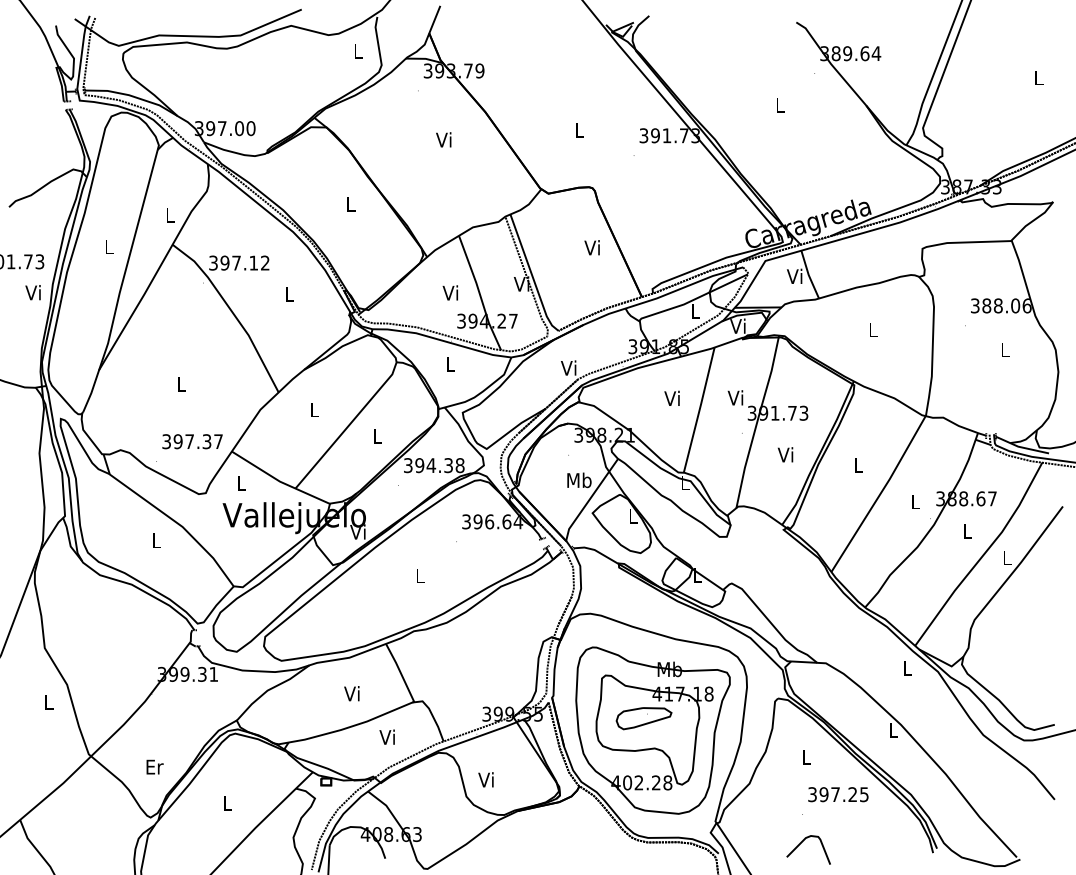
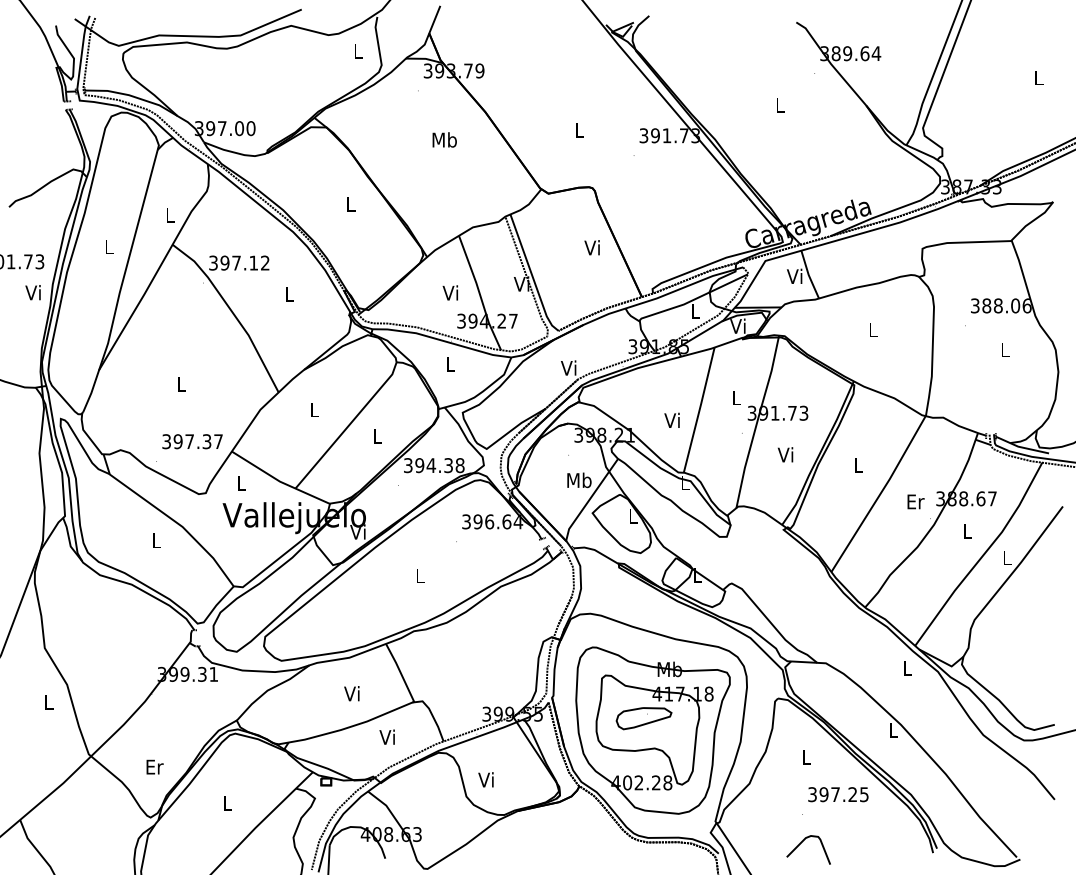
text at (444, 139): Vi -> Mb
text at (671, 397) position: (671, 397) -> (671, 419)
text at (735, 397): Vi -> L
text at (915, 501): L -> Er
